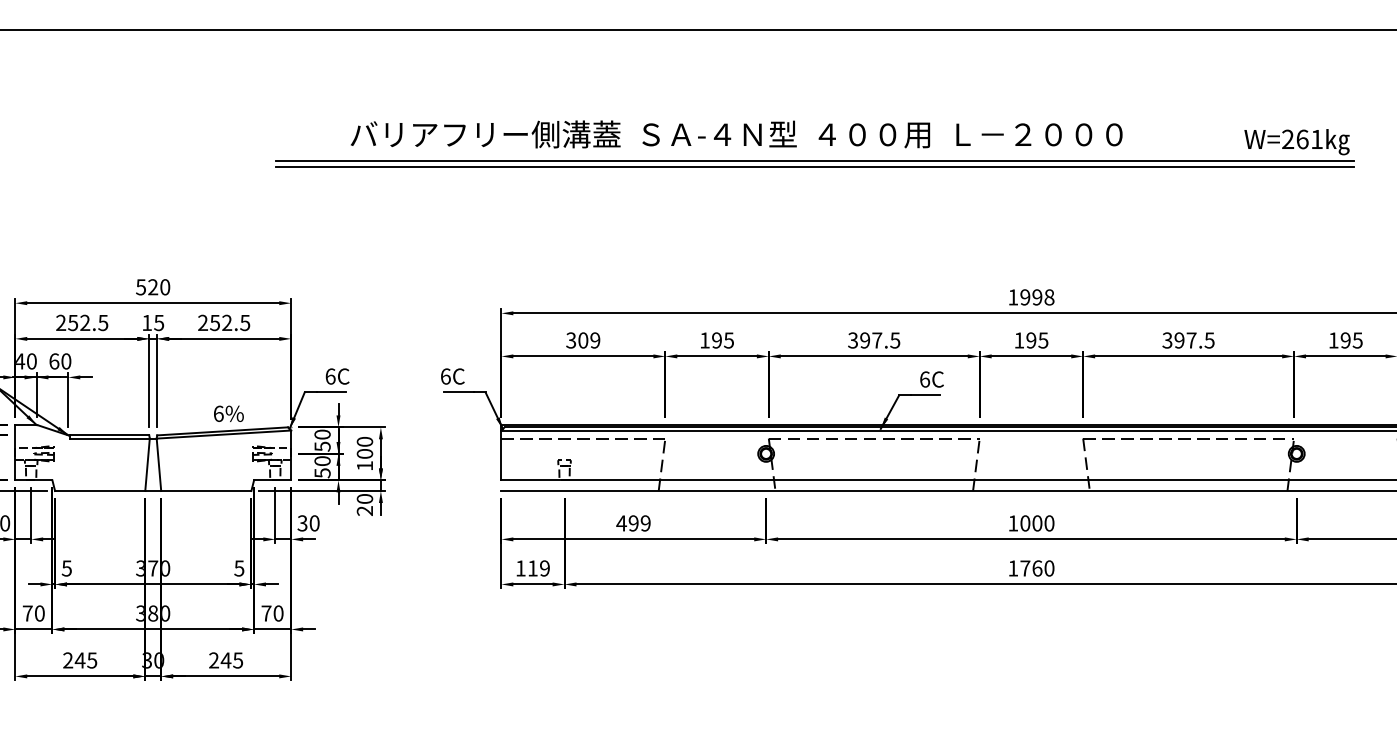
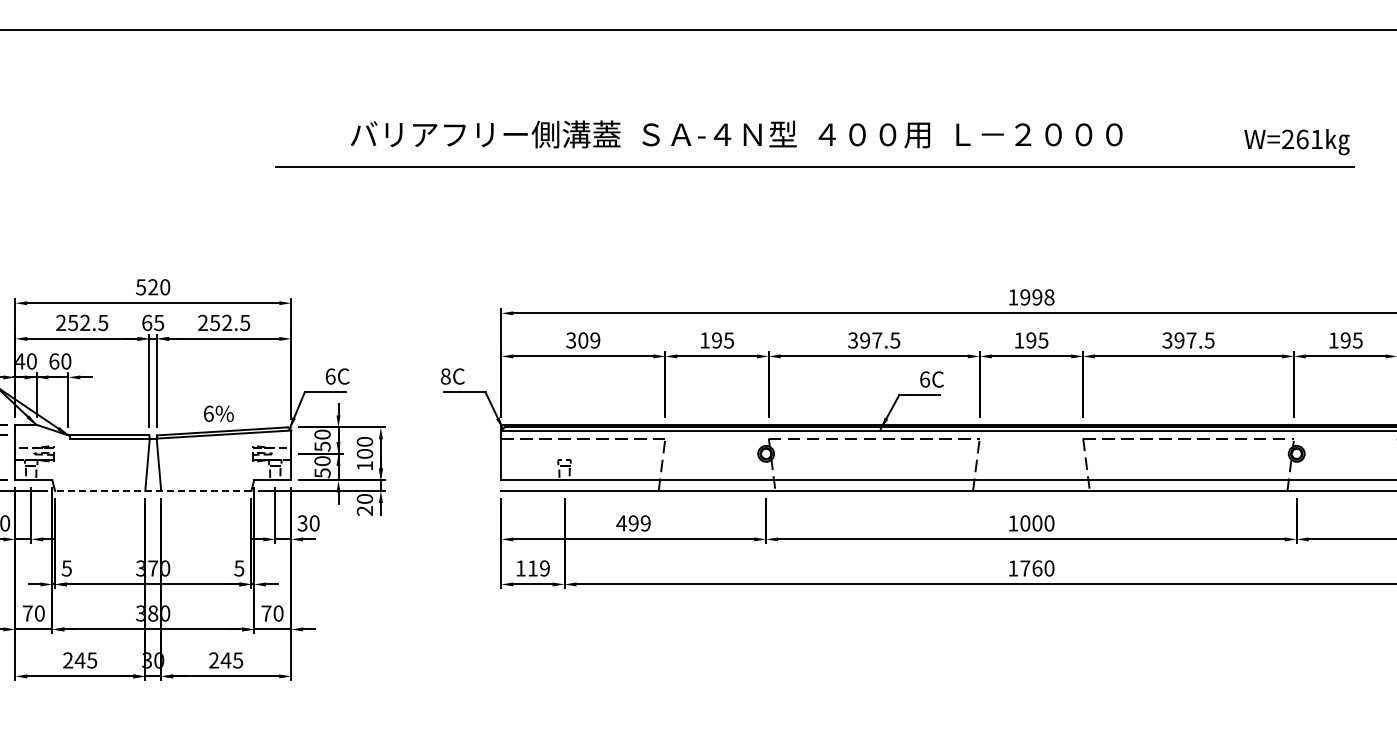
line at (814, 161): present -> none
text at (147, 322): 15 -> 65
text at (445, 376): 6C -> 8C
text at (228, 413) position: (228, 413) -> (218, 413)
line at (152, 491): solid -> dashed
